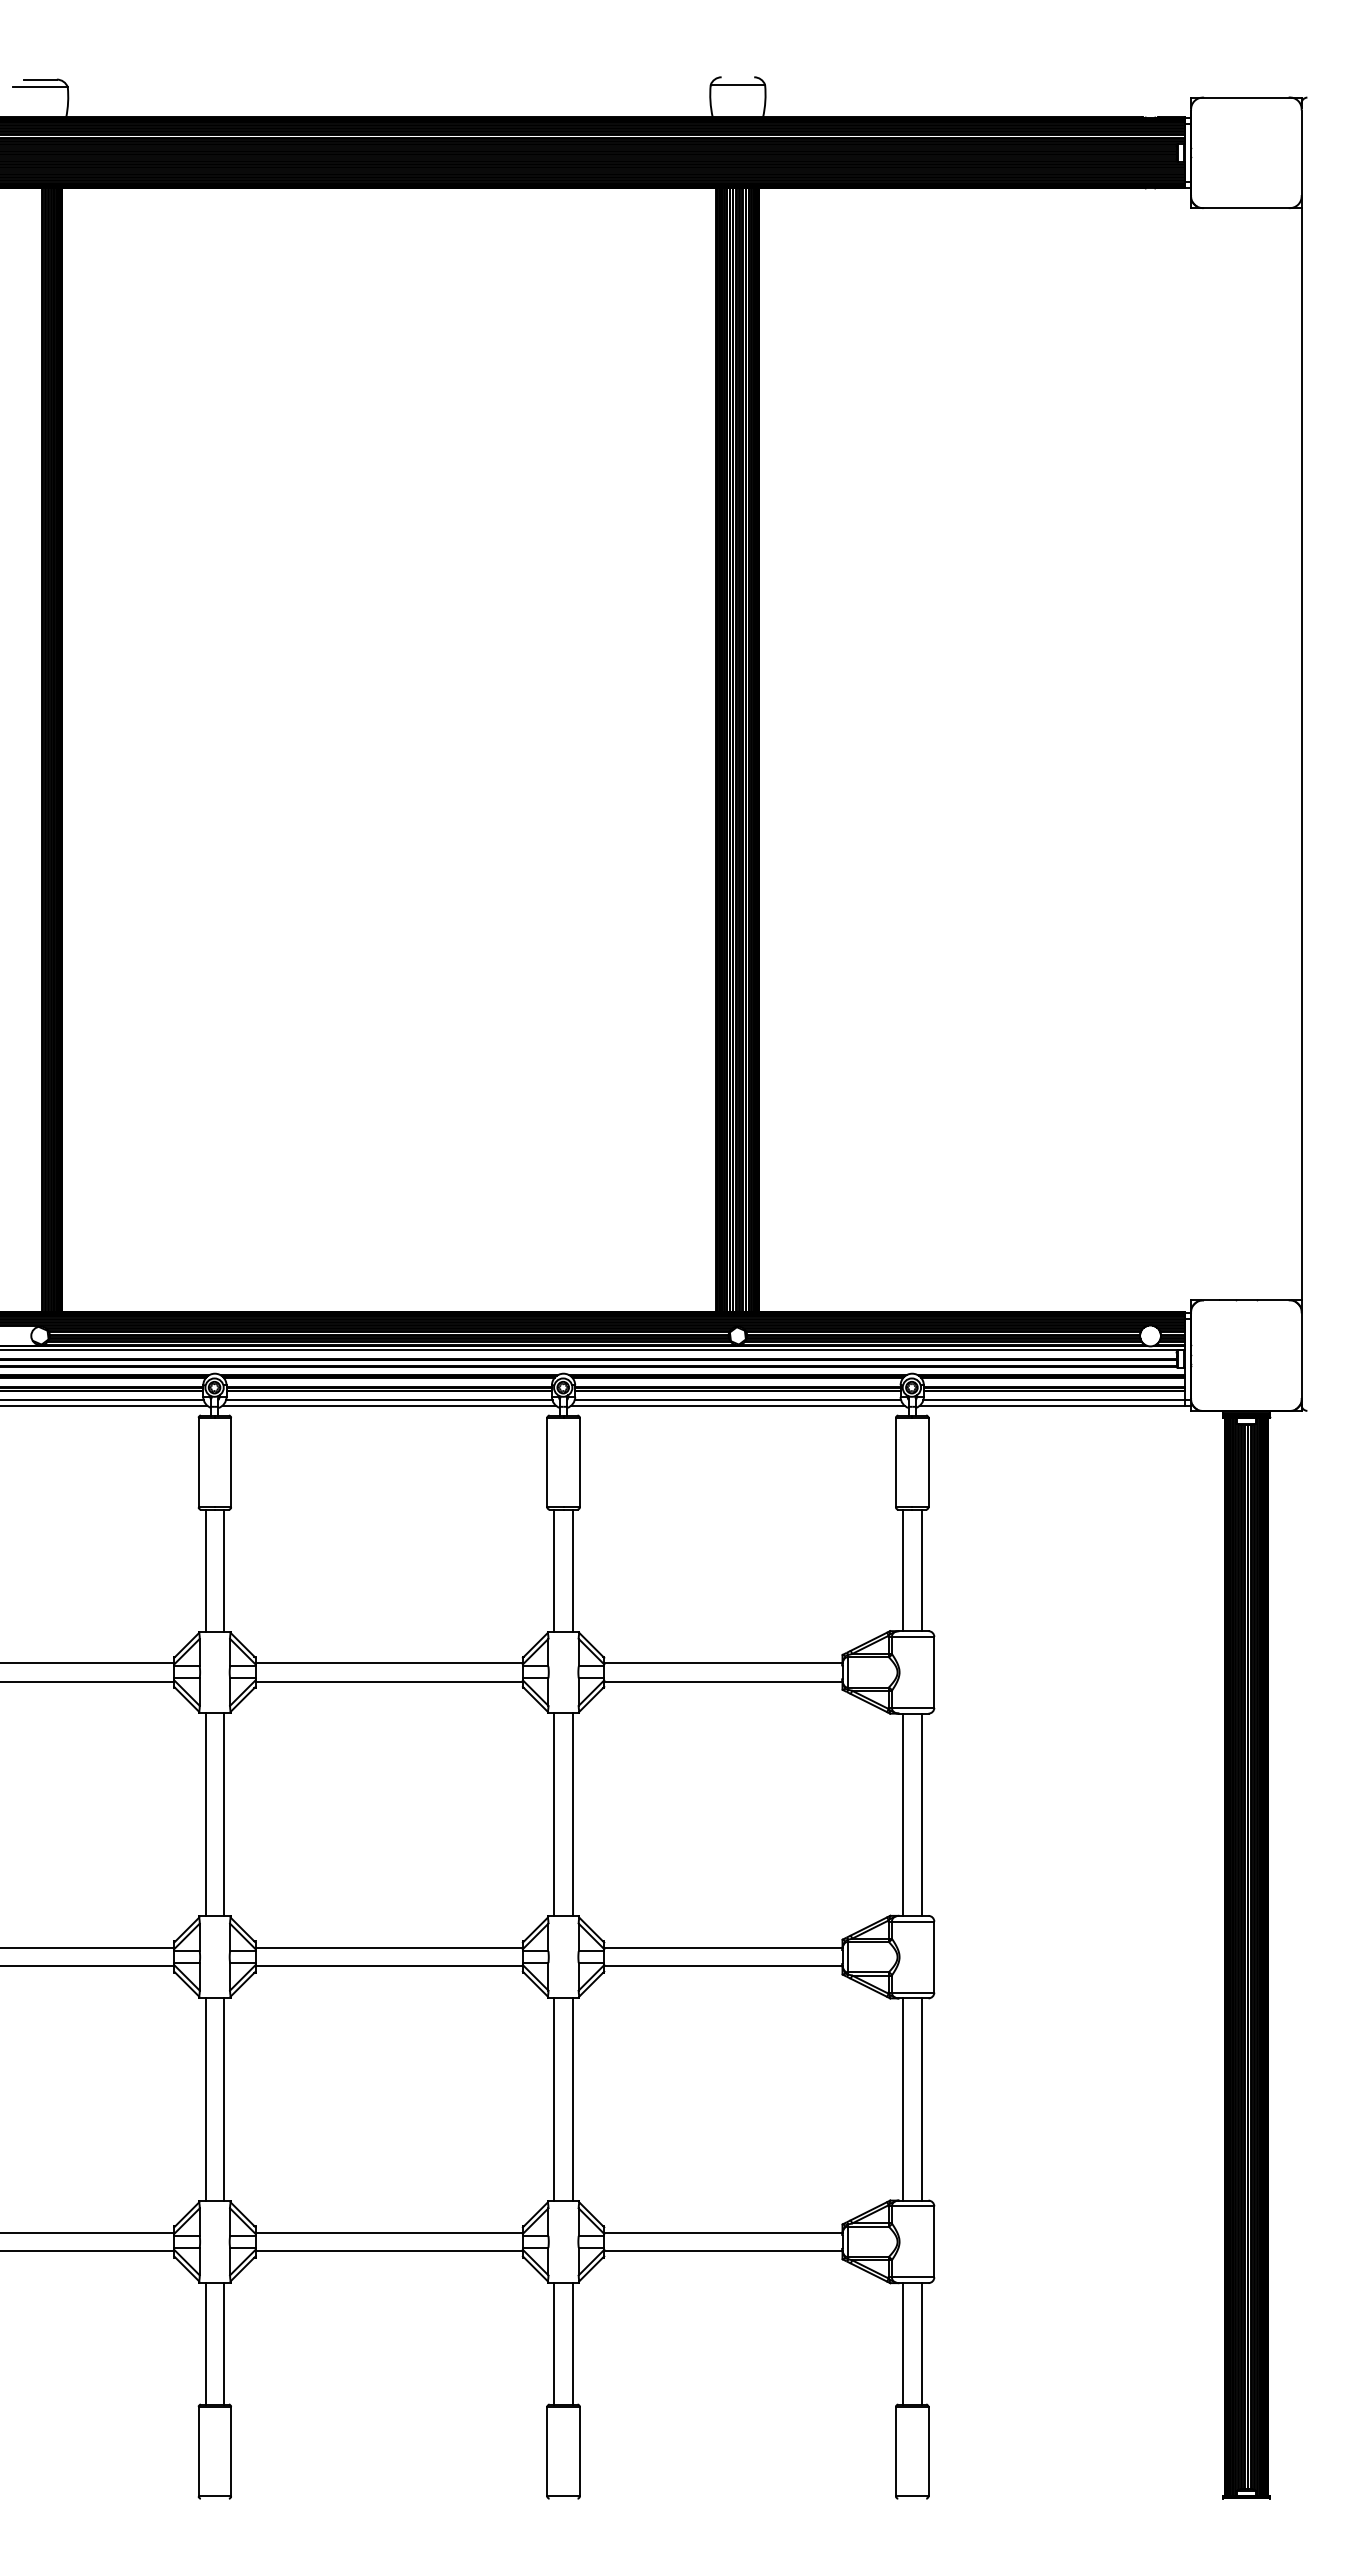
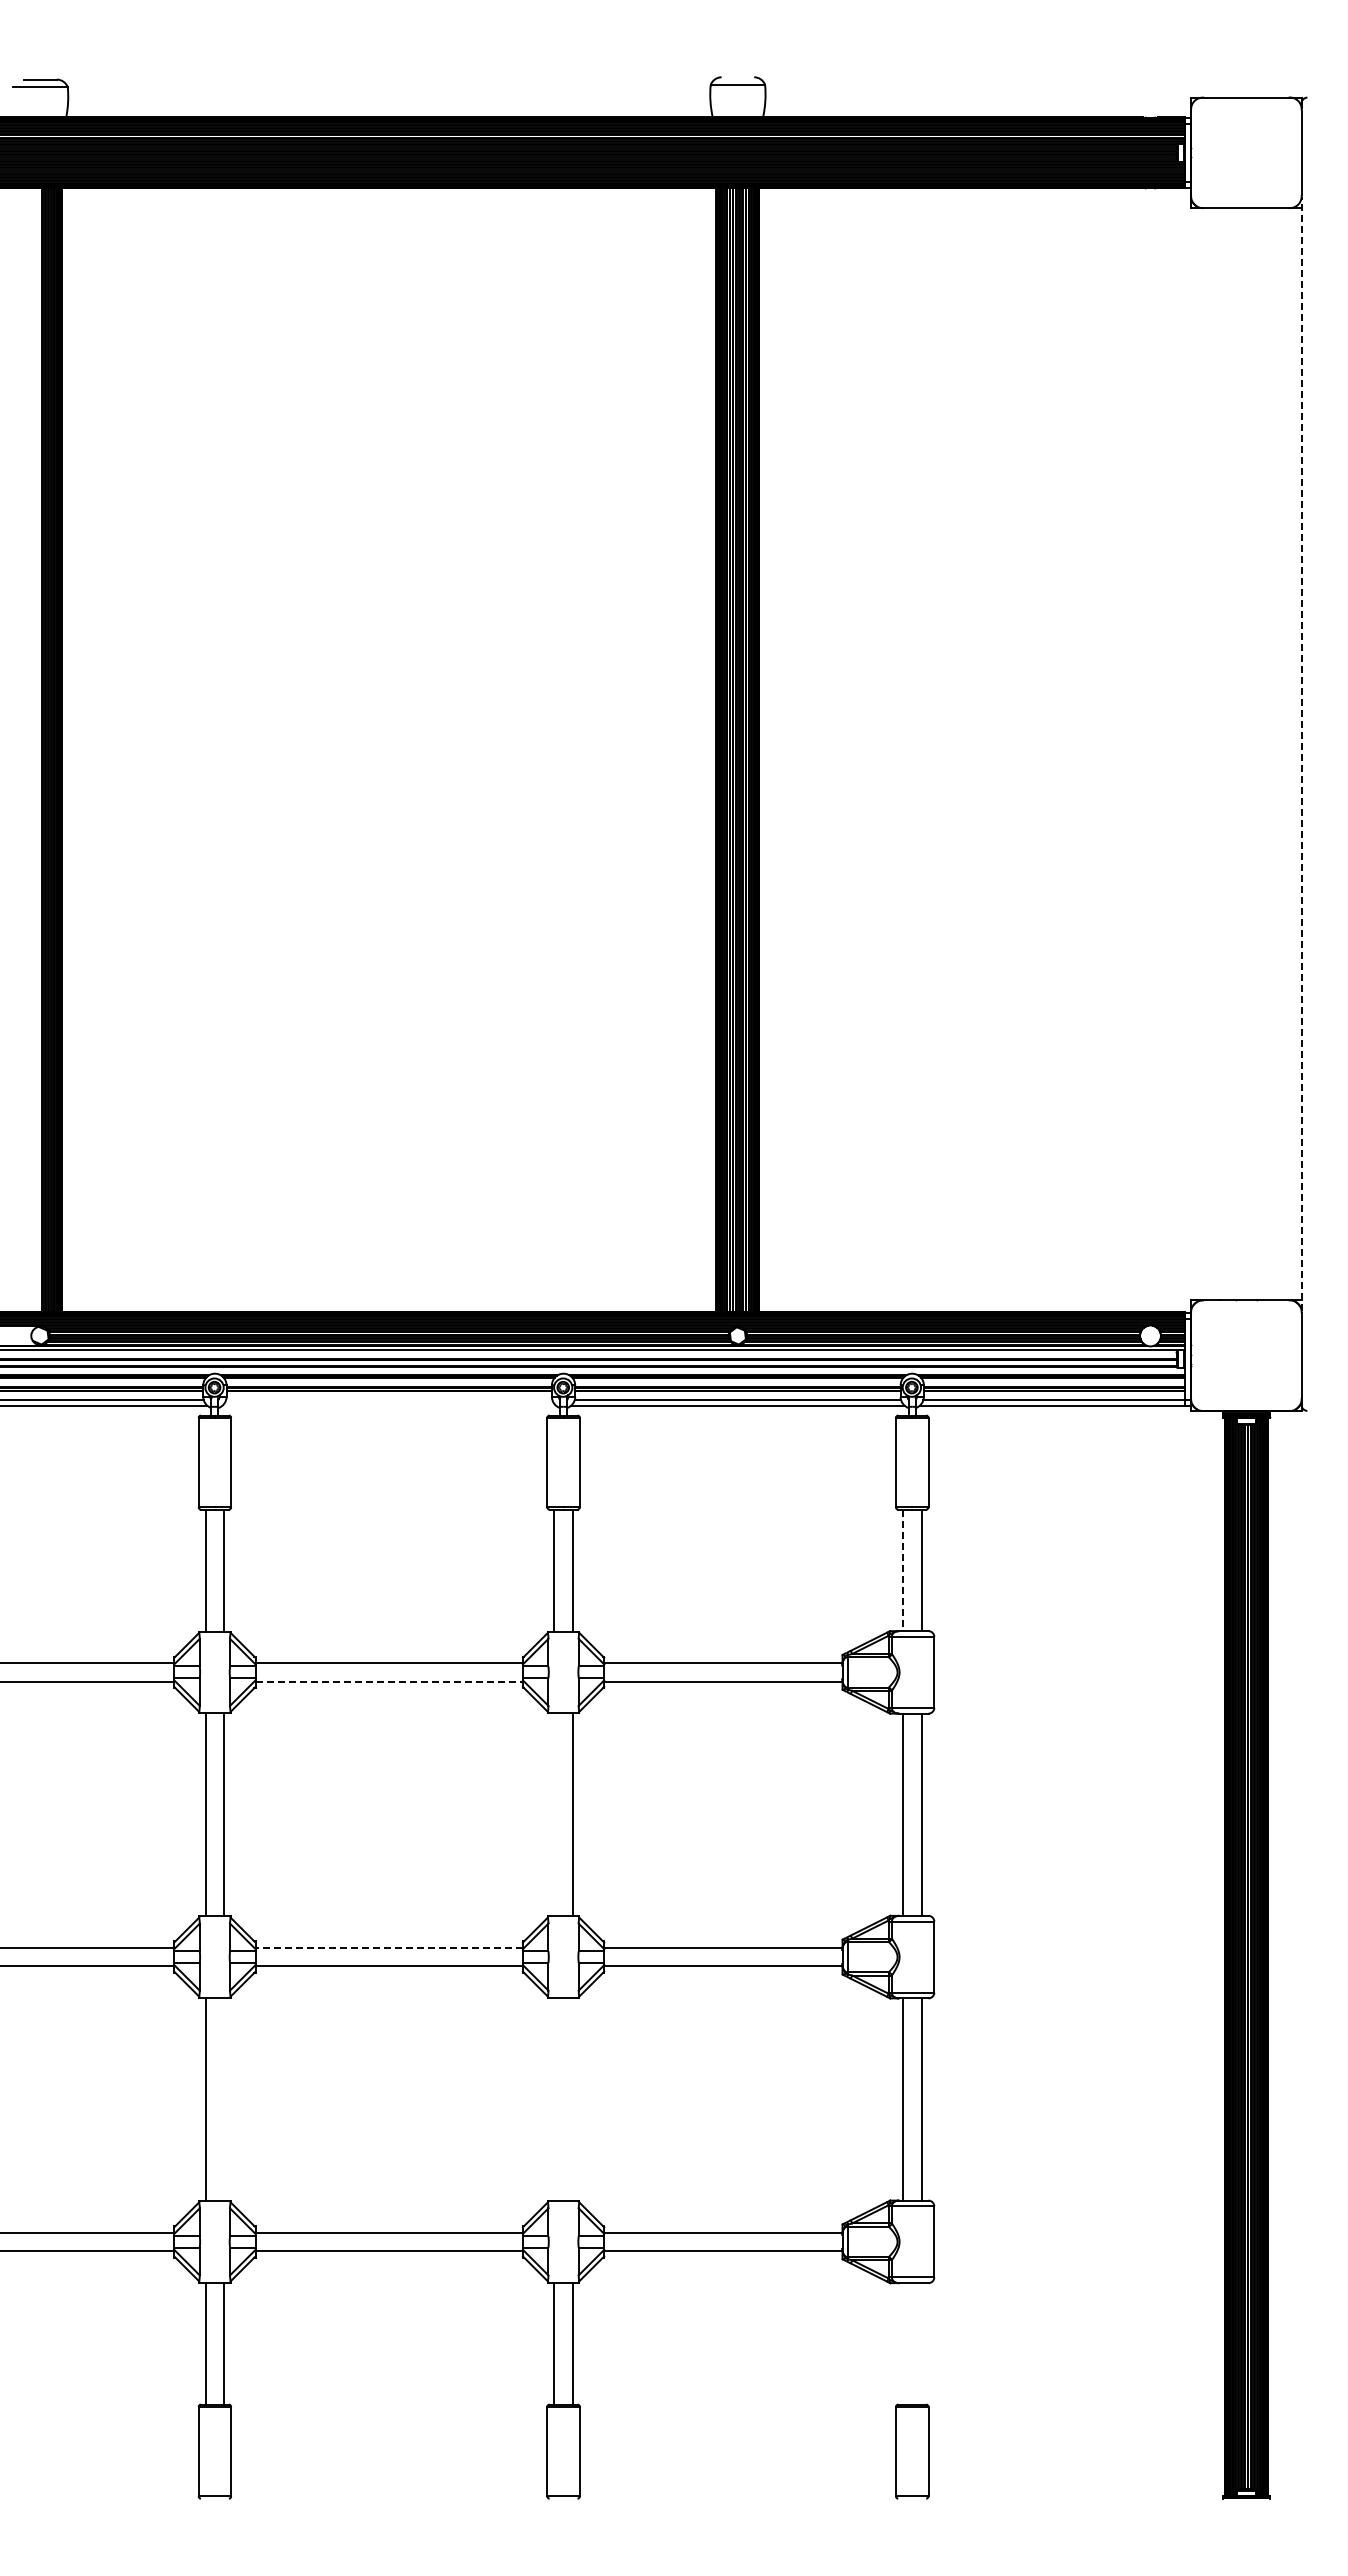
line at (1301, 754): solid -> dashed
line at (388, 1400): present -> none
line at (388, 1405): present -> none
line at (902, 1570): solid -> dashed
line at (389, 1681): solid -> dashed
line at (554, 1814): present -> none
line at (389, 1947): solid -> dashed
line at (224, 2099): present -> none
line at (554, 2099): present -> none
line at (572, 2099): present -> none
line at (902, 2343): present -> none
line at (921, 2343): present -> none
